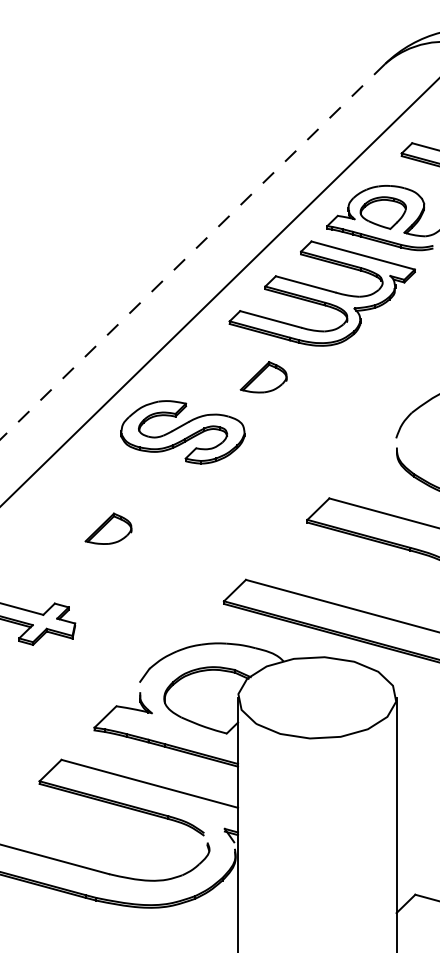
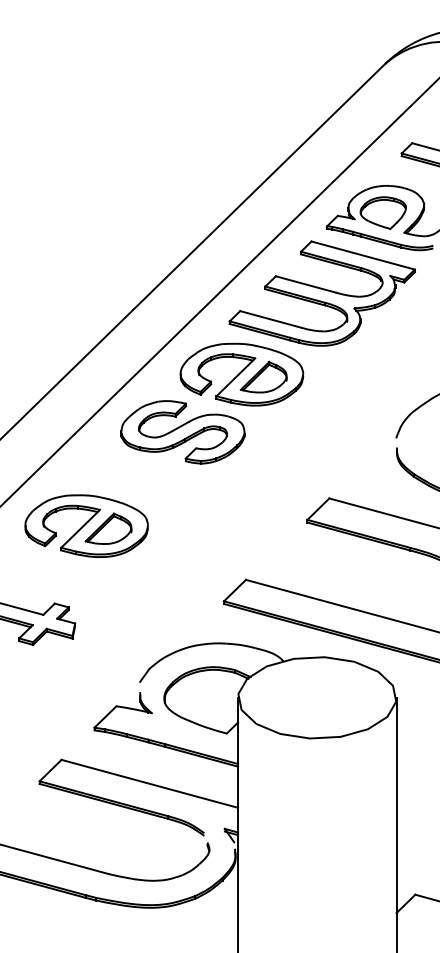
line at (192, 251): dashed -> solid
part at (241, 374): none -> present
part at (86, 525): none -> present
